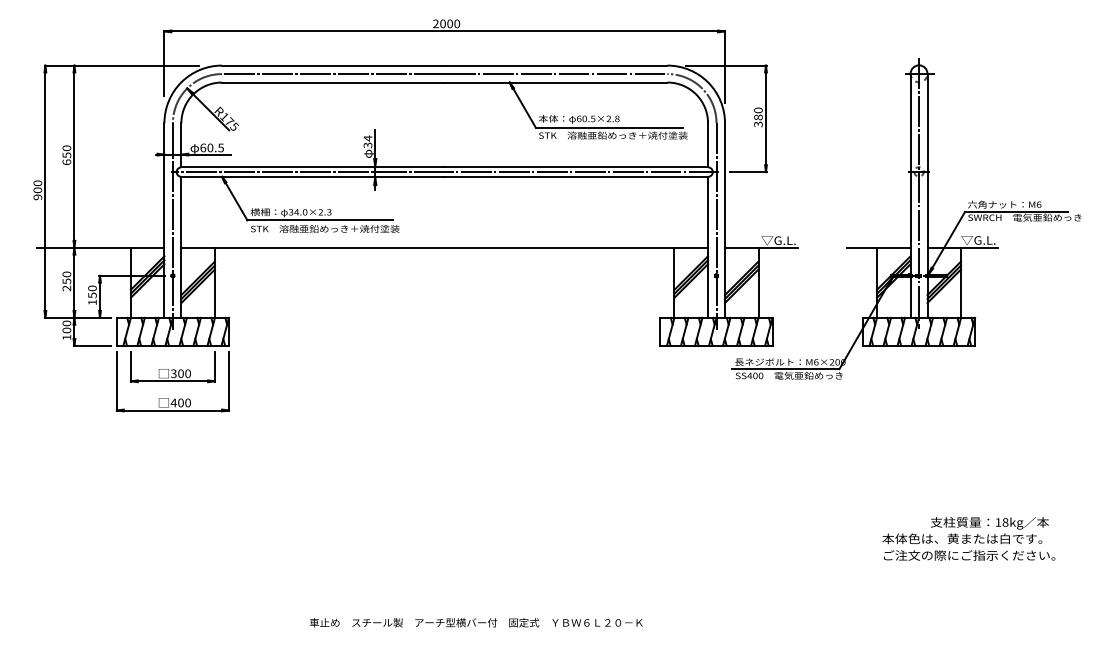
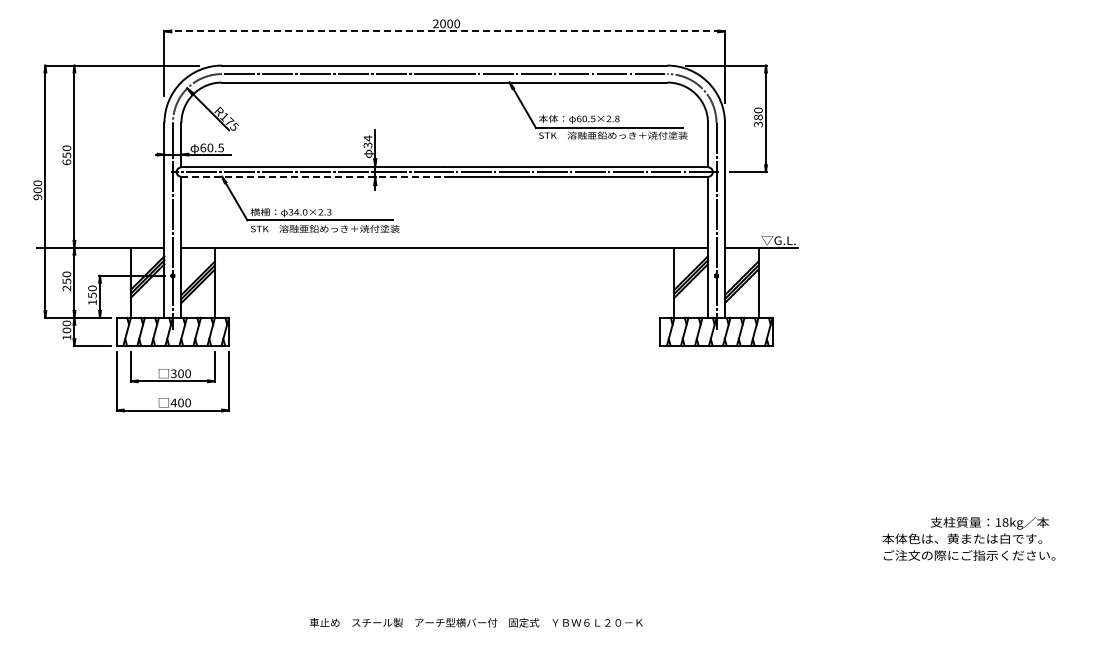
line at (445, 31): solid -> dashed
line at (313, 176): solid -> dashed
part at (906, 218): present -> none
